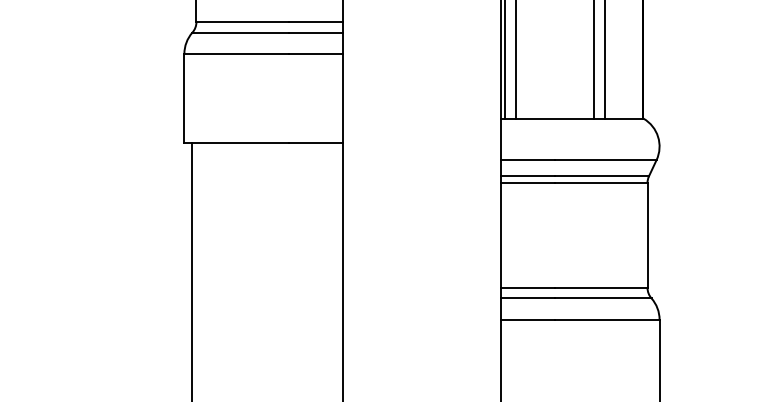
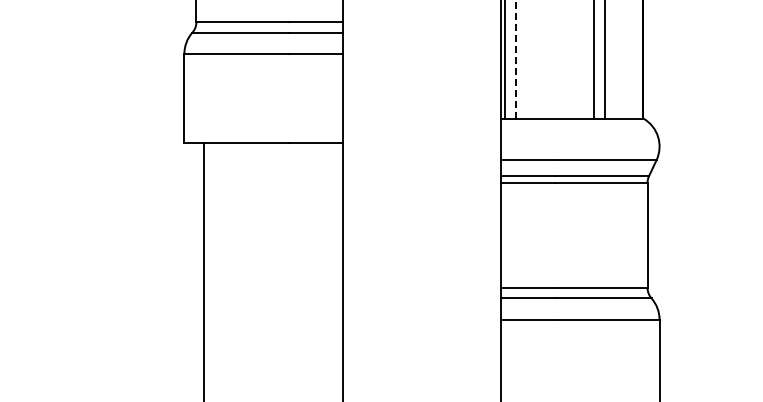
line at (516, 59): solid -> dashed
line at (192, 270) position: (192, 270) -> (204, 270)
